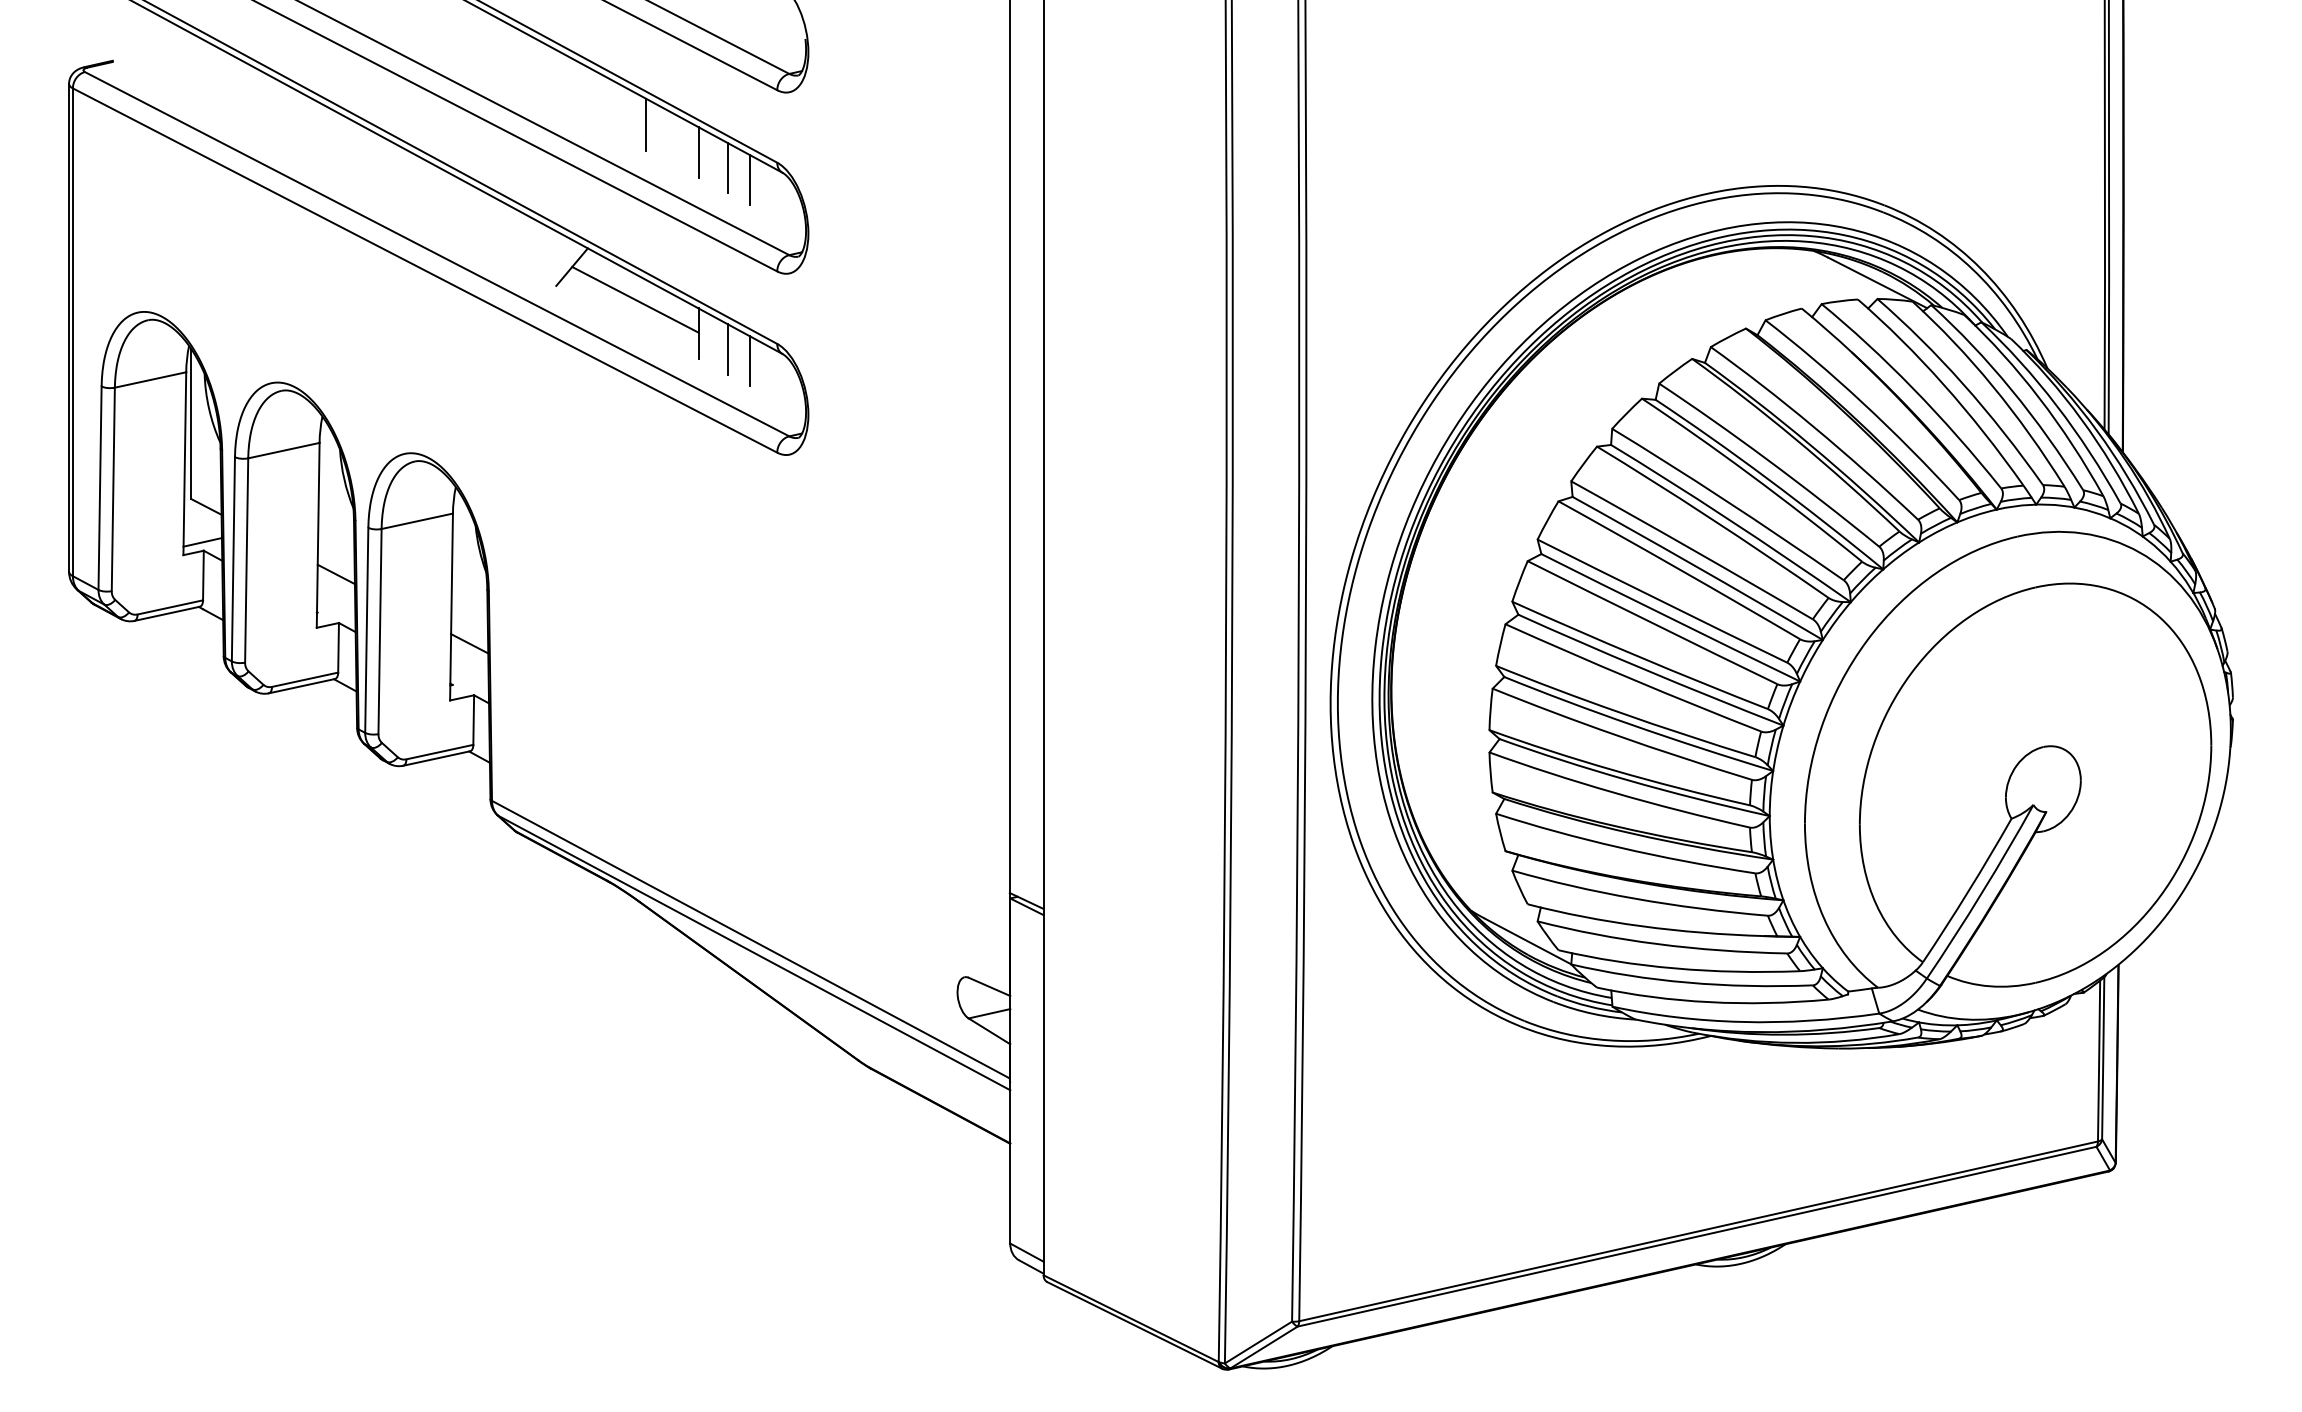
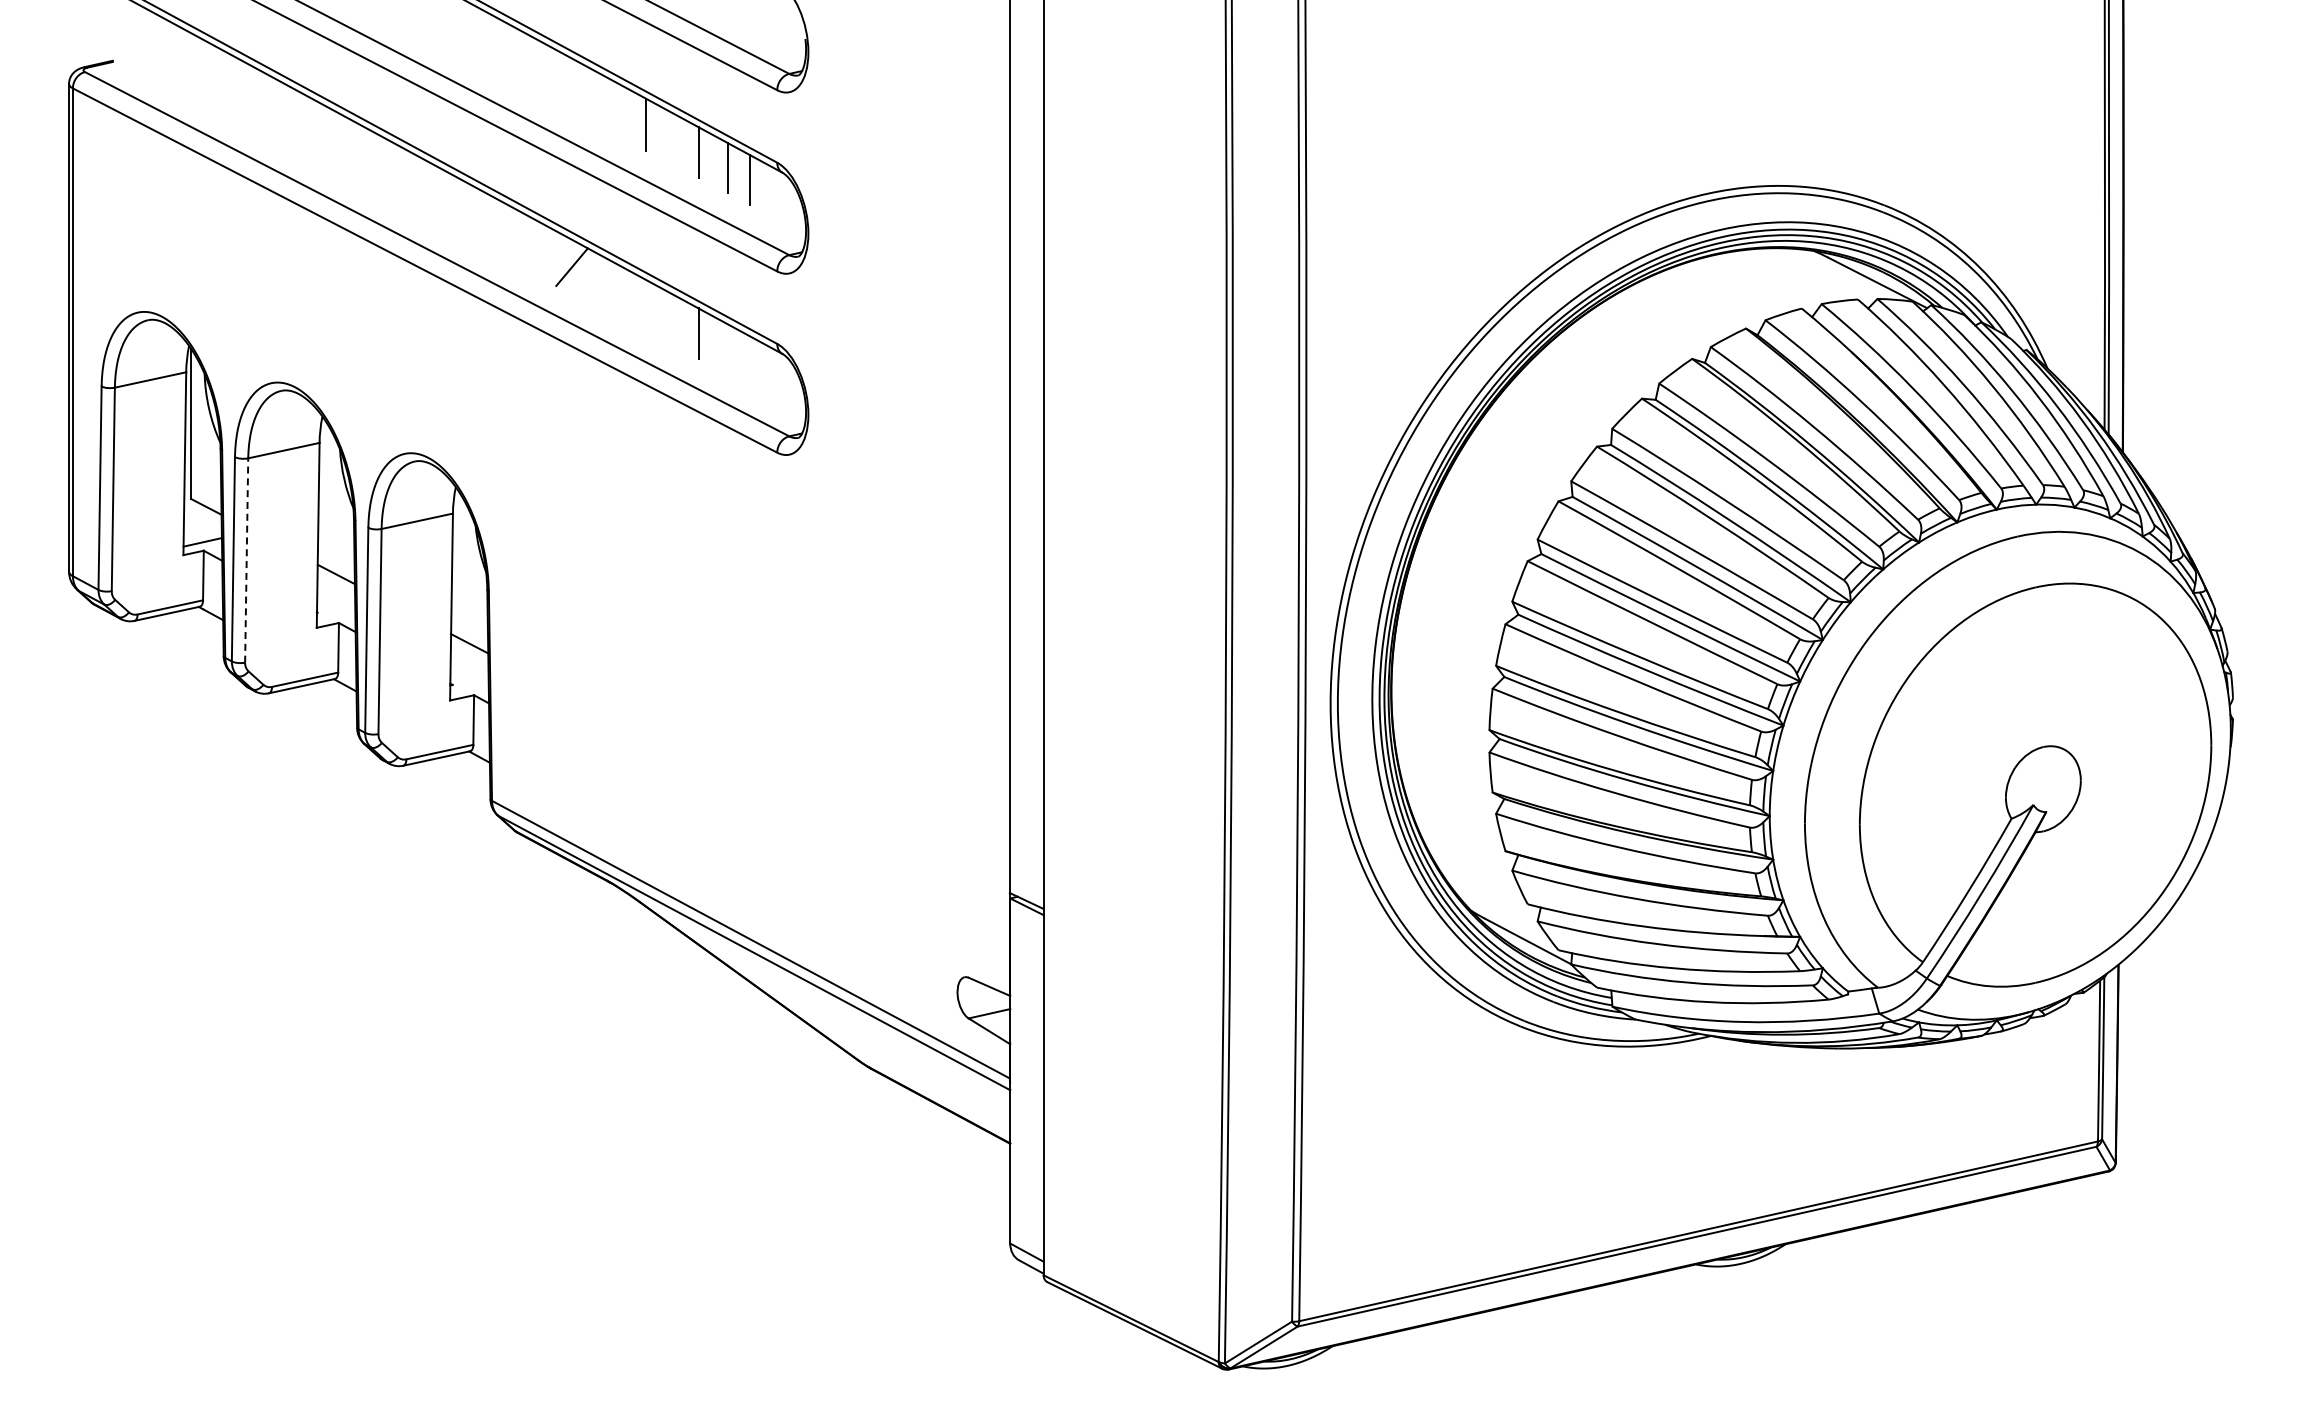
line at (635, 299): present -> none
line at (727, 349): present -> none
line at (749, 361): present -> none
line at (246, 560): solid -> dashed
